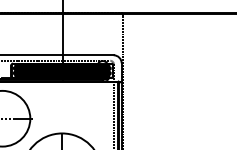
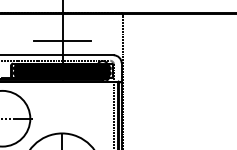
line at (62, 40): none -> present
